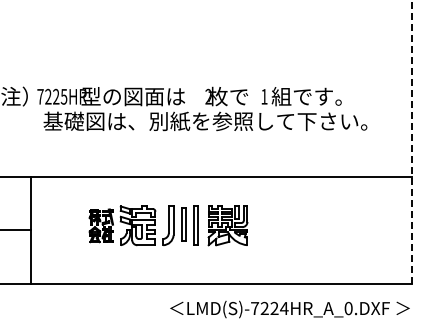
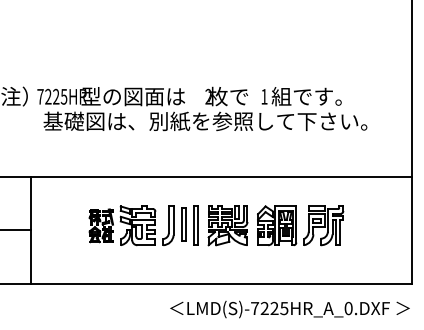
line at (412, 142): dashed -> solid
part at (300, 225): none -> present
text at (284, 308): LMD(S)-7224HR_A_0.DXF -> LMD(S)-7225HR_A_0.DXF
